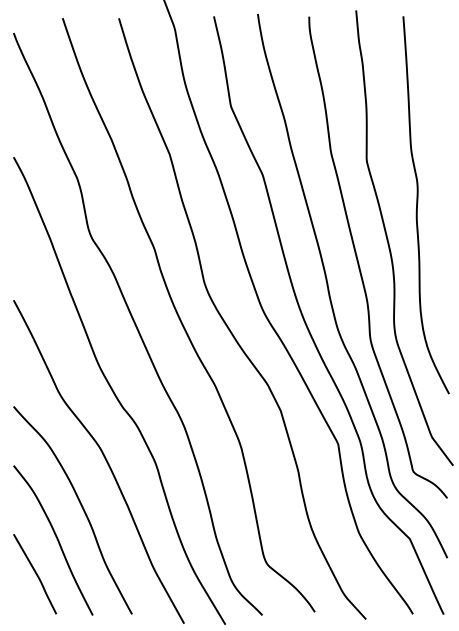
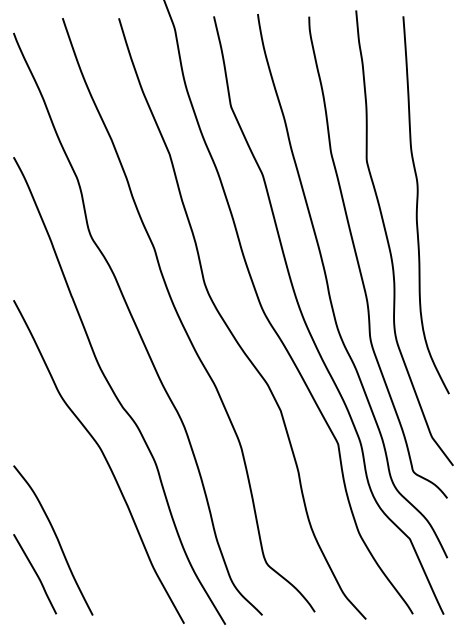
curve at (80, 505): present -> none
